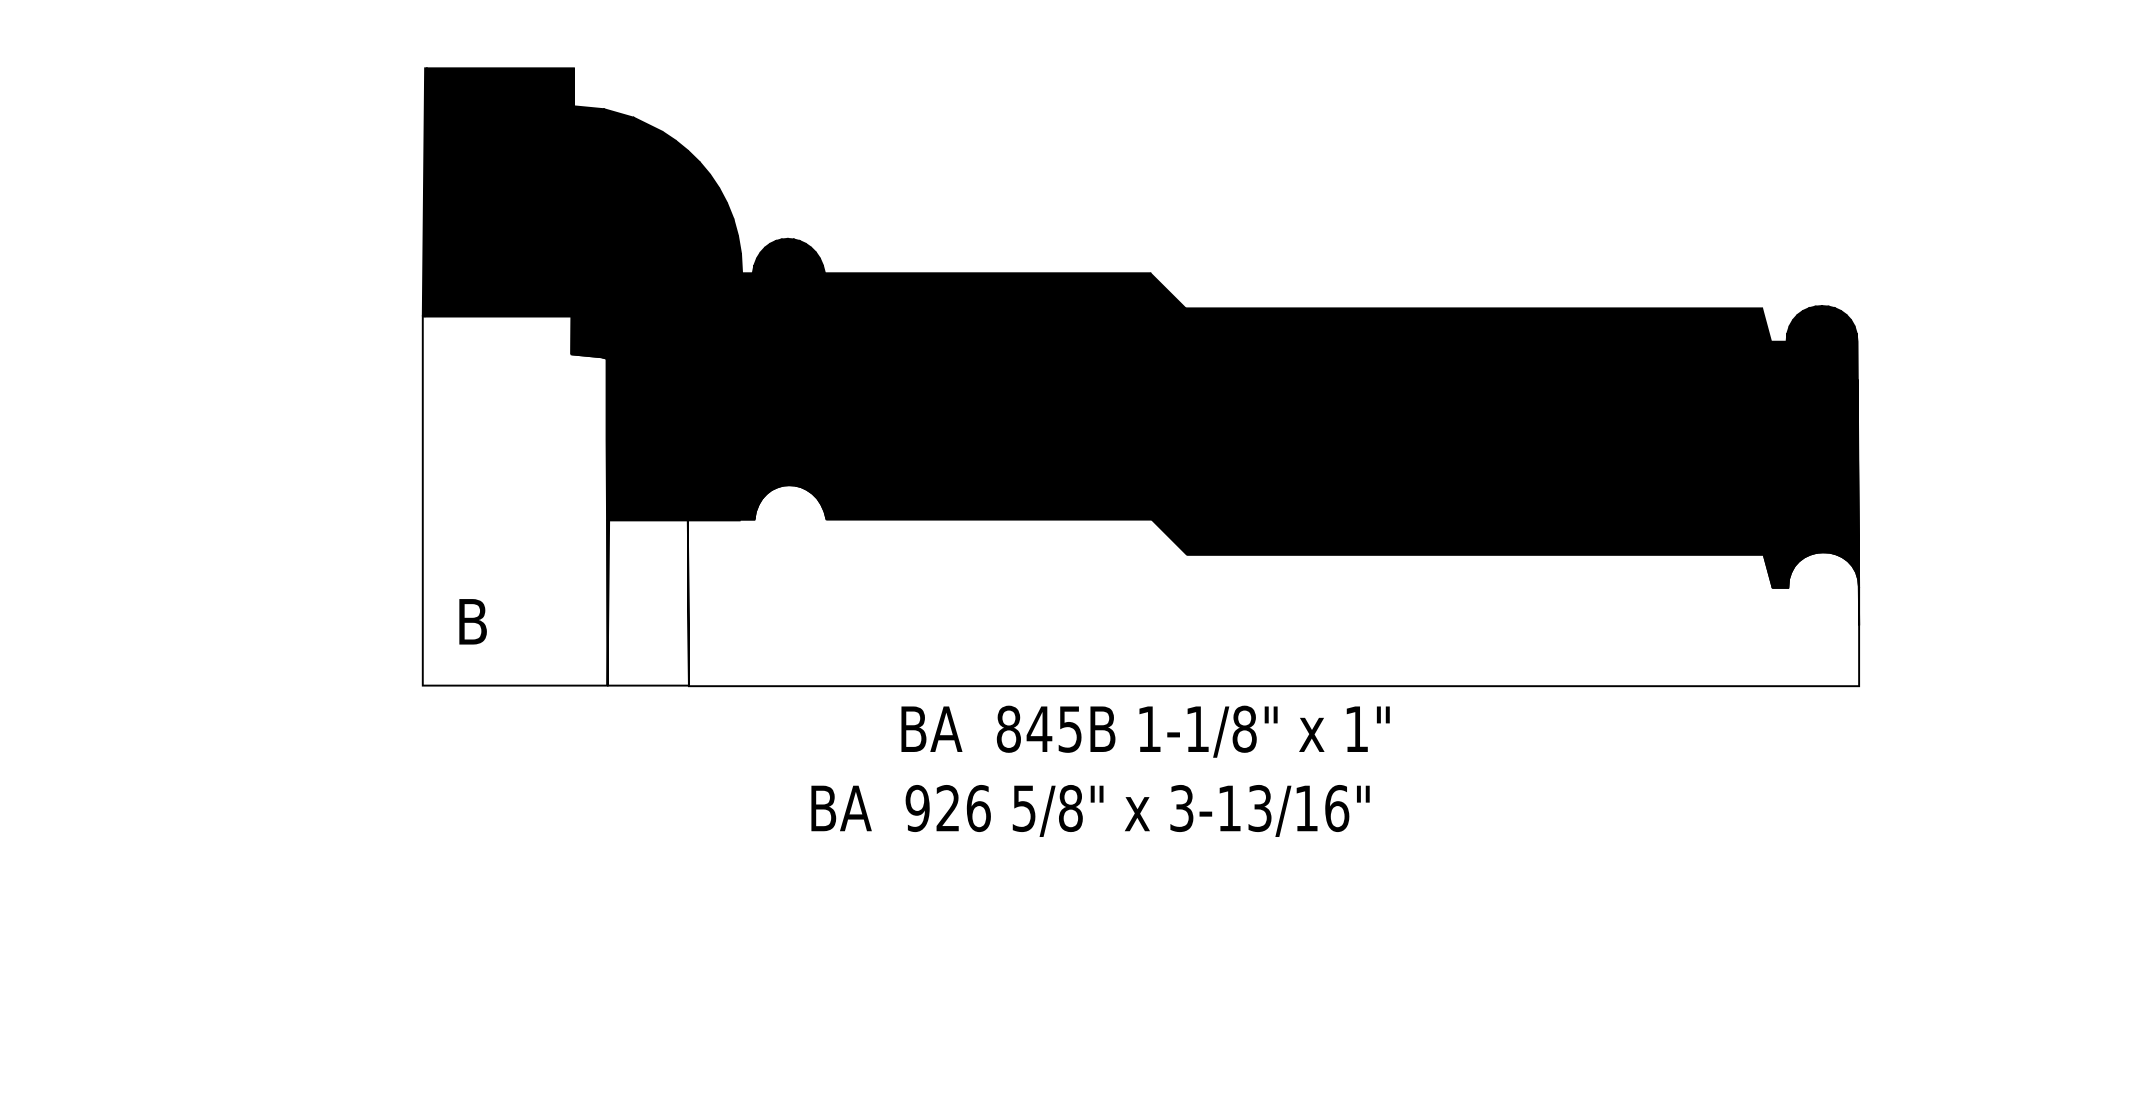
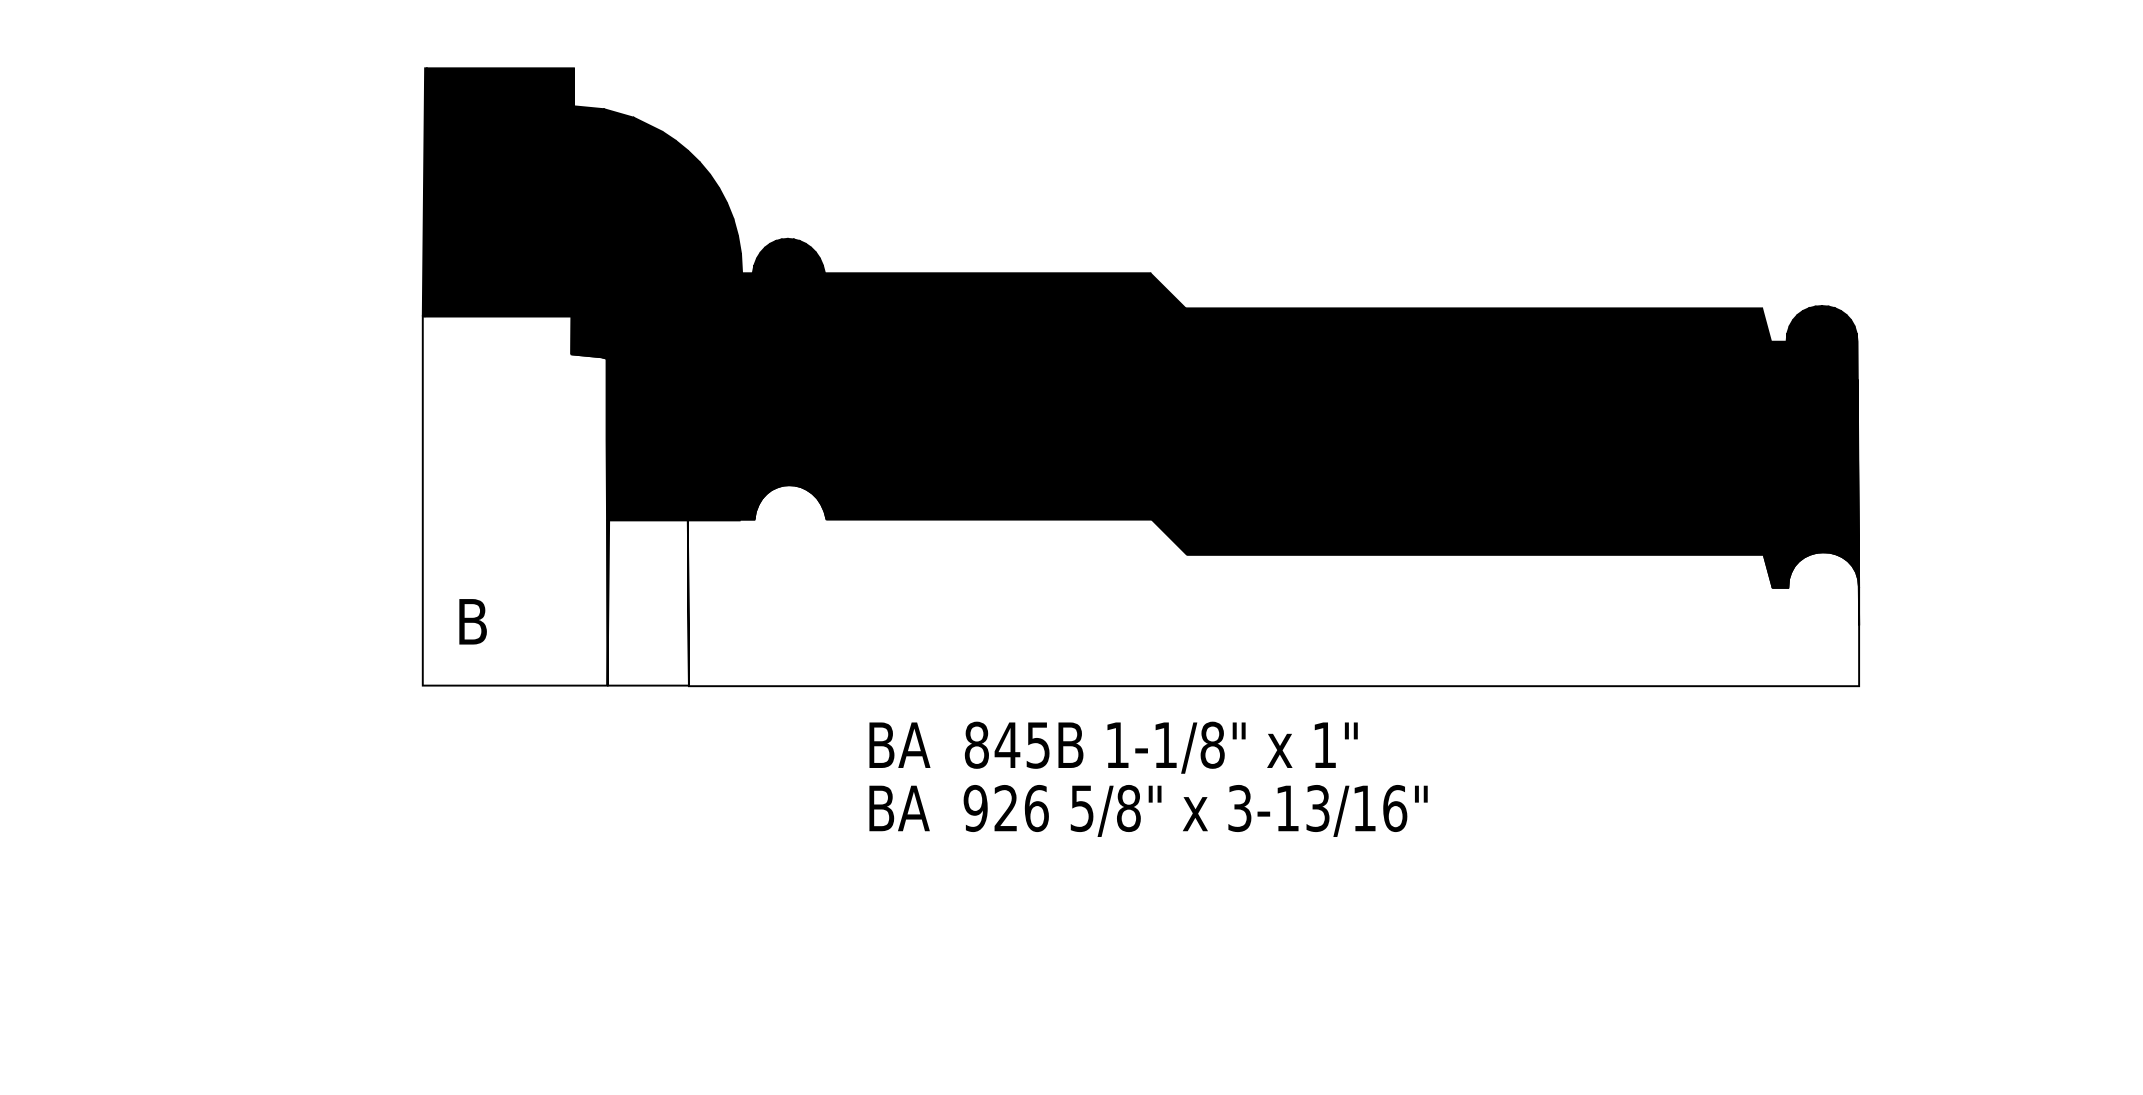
text at (1145, 731) position: (1145, 731) -> (1113, 747)
text at (1090, 810) position: (1090, 810) -> (1148, 810)
